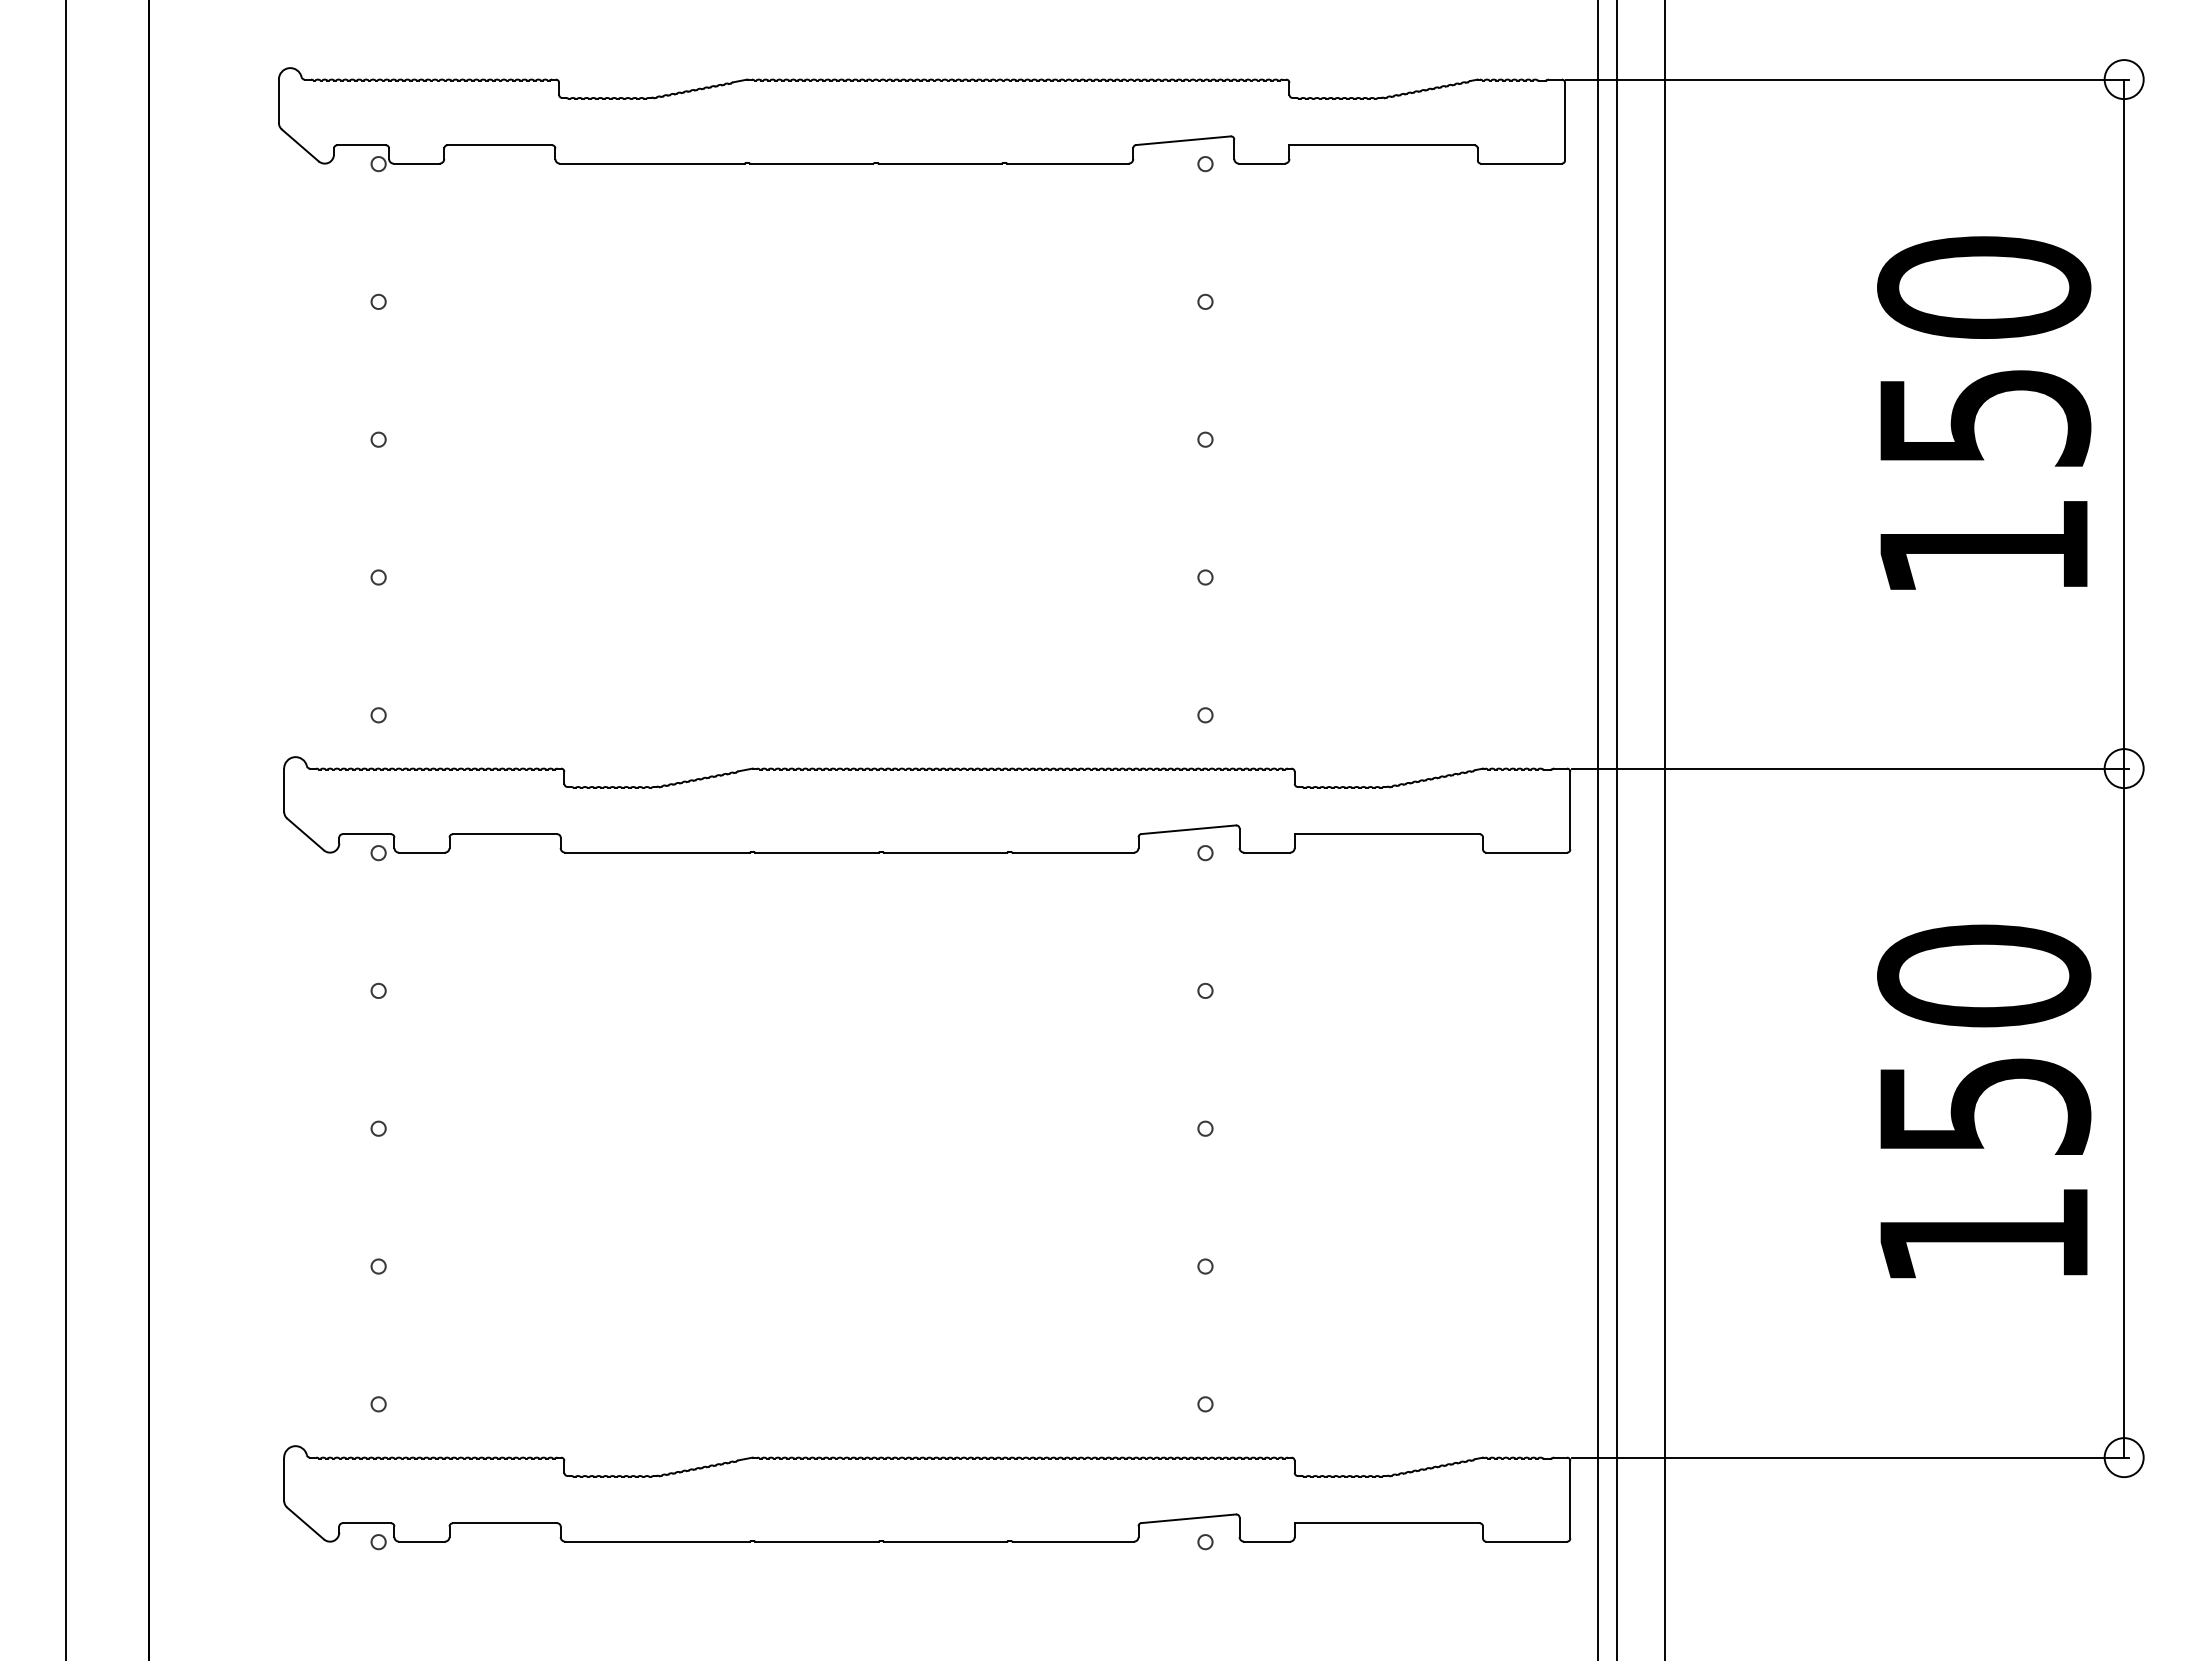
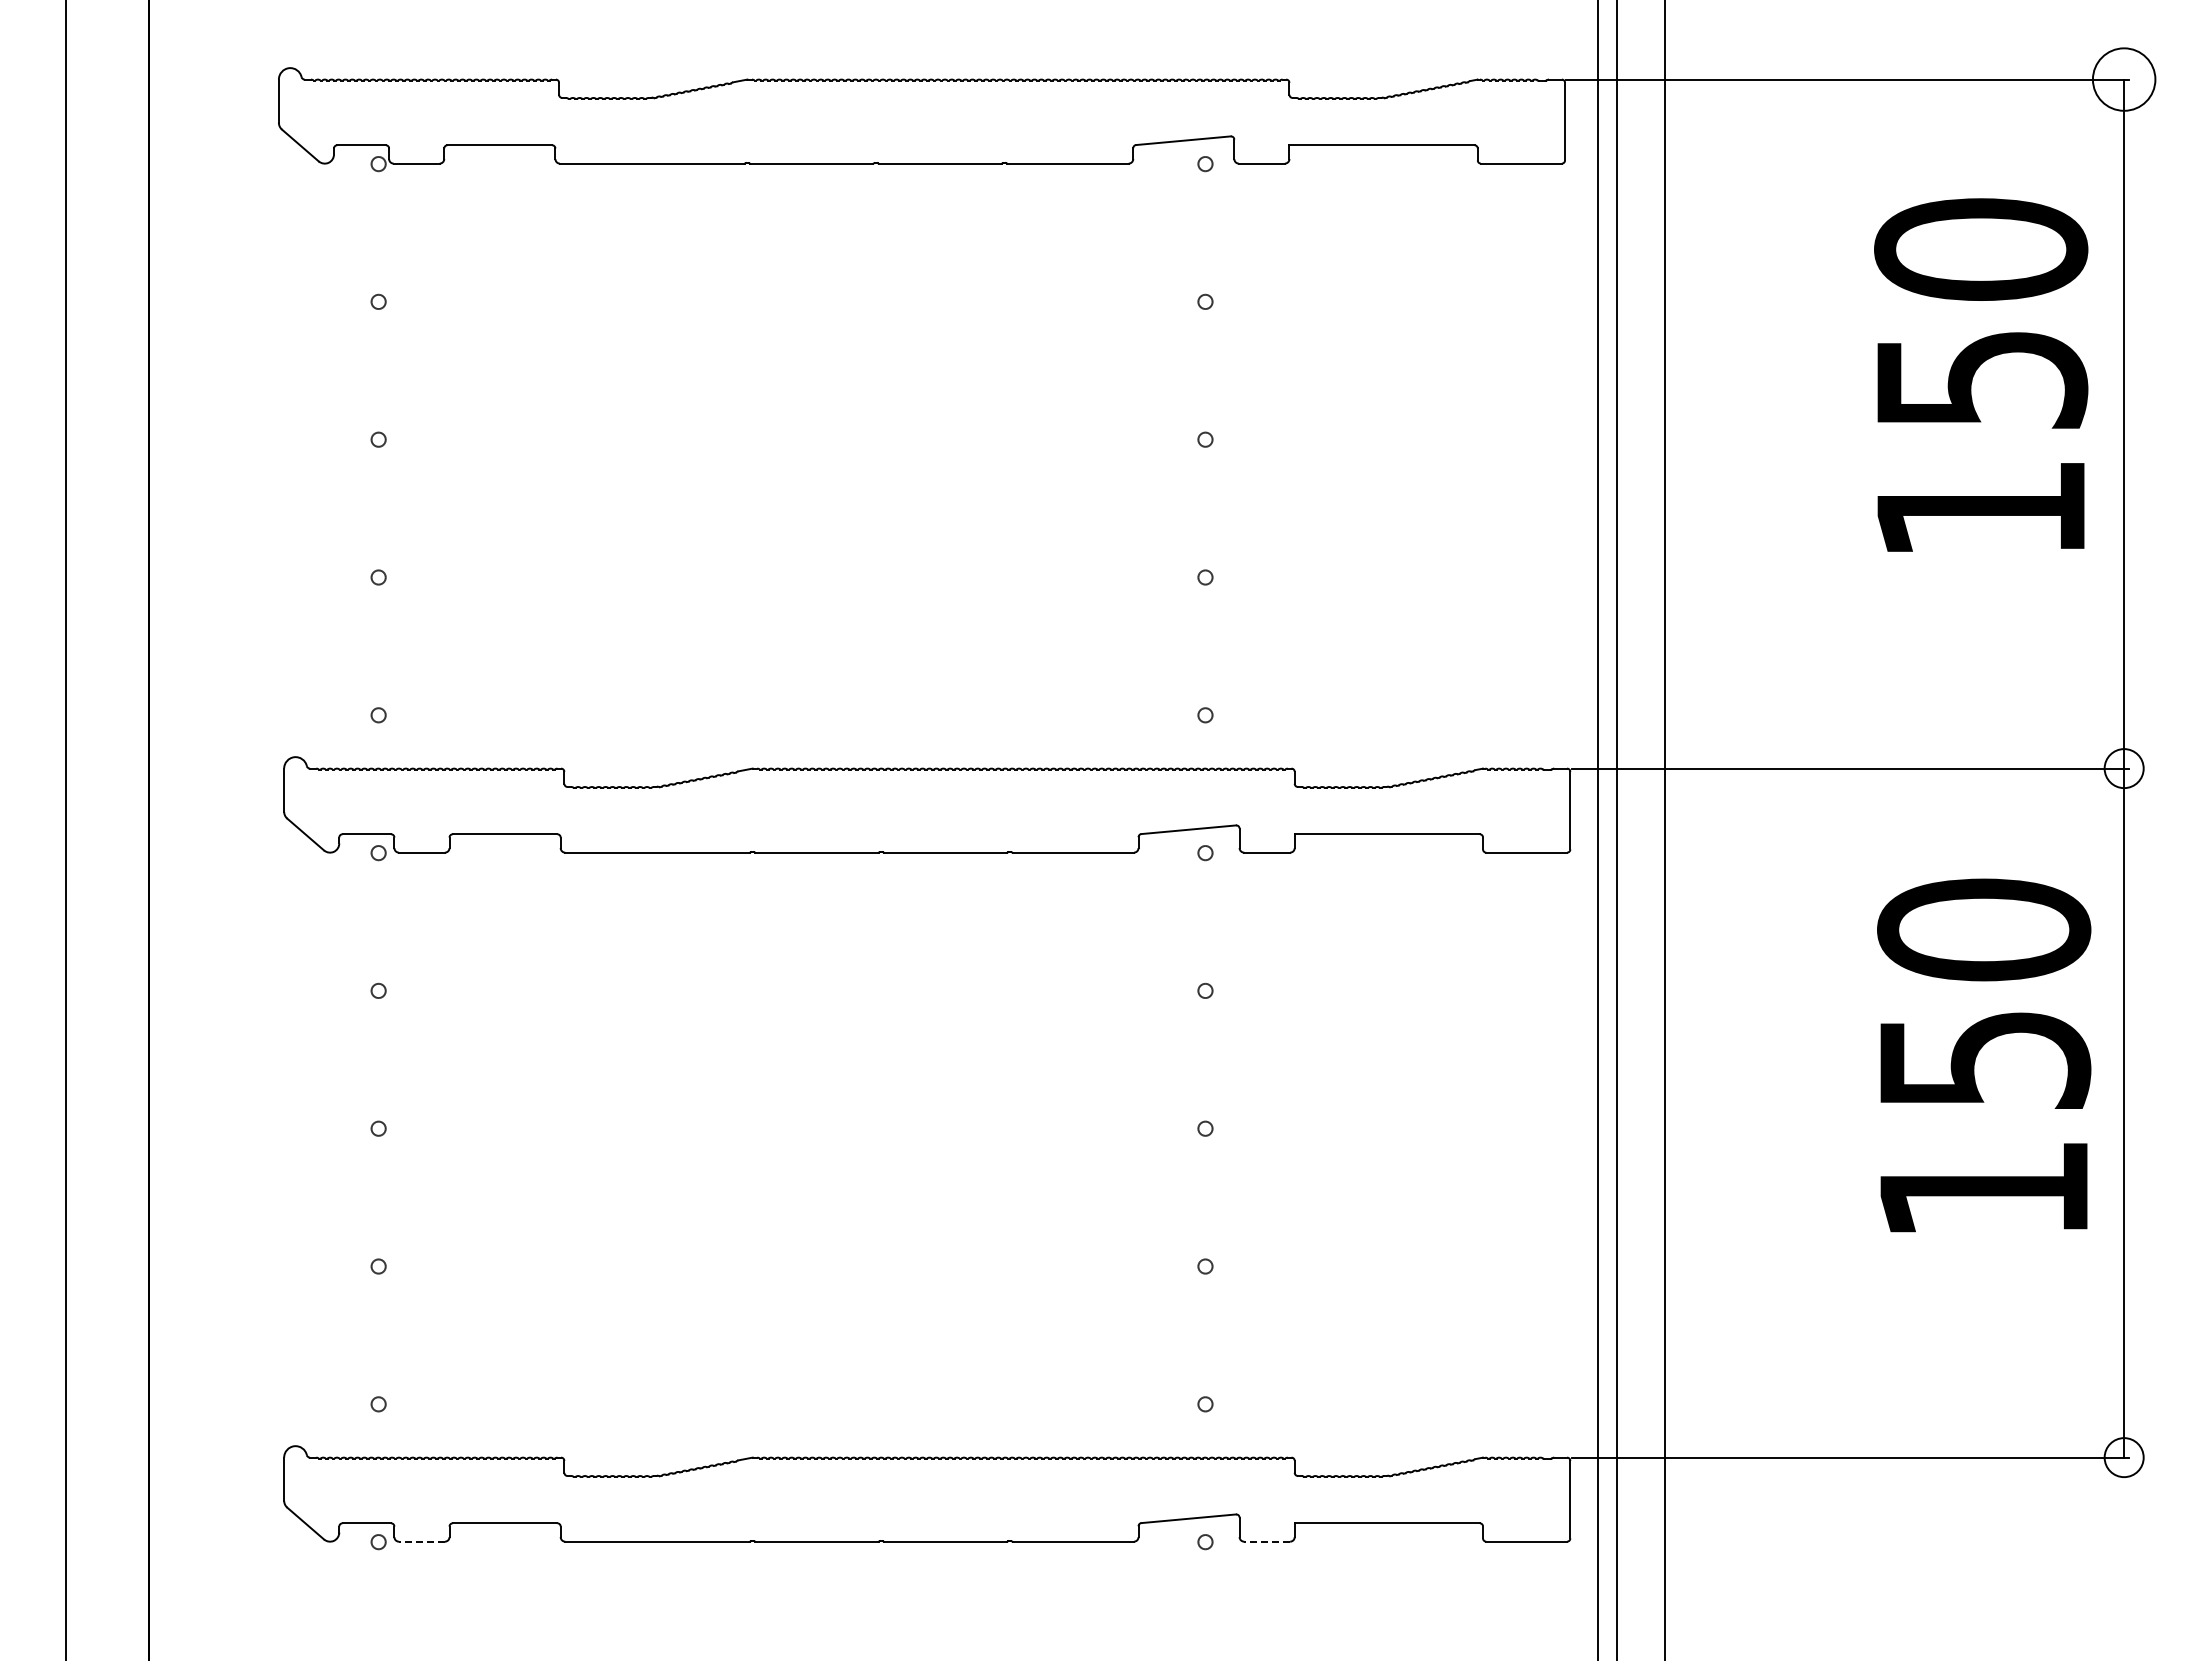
circle at (2123, 79) diameter: 39 px -> 62 px
text at (1984, 412) position: (1984, 412) -> (1981, 374)
text at (1984, 1101) position: (1984, 1101) -> (1984, 1055)
line at (421, 1541): solid -> dashed
line at (1267, 1541): solid -> dashed
